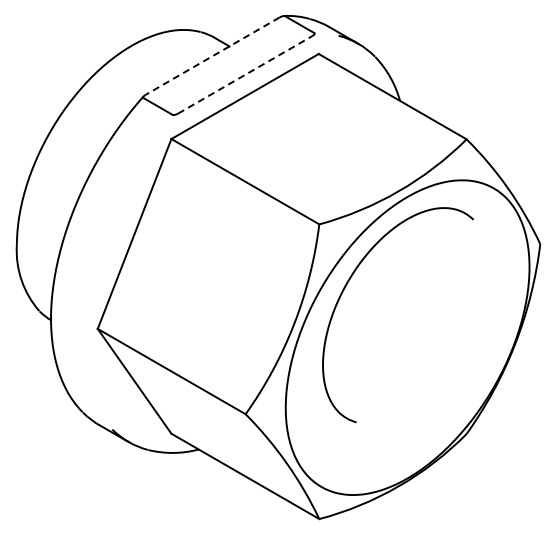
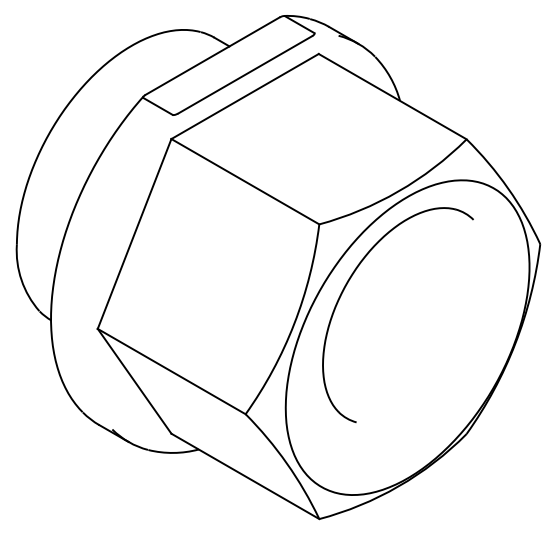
line at (212, 56): dashed -> solid
line at (245, 74): dashed -> solid
